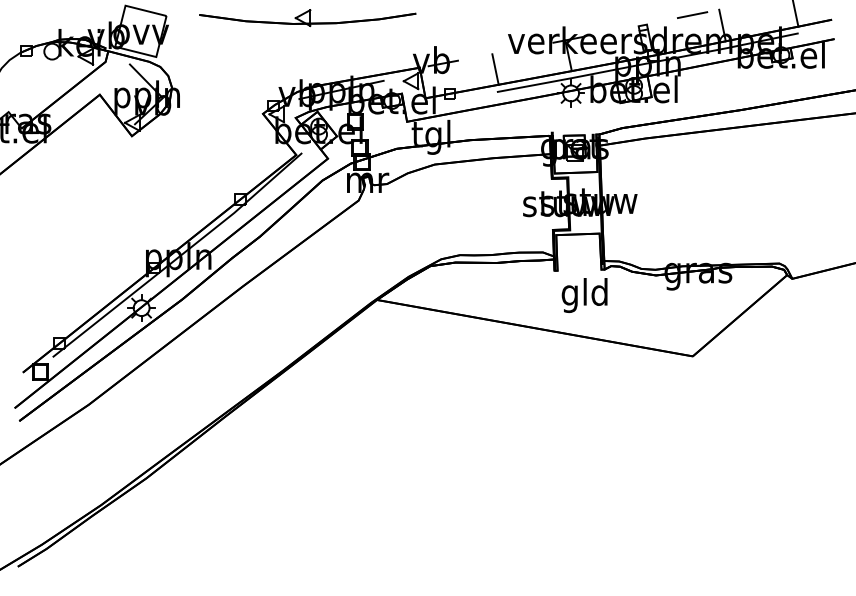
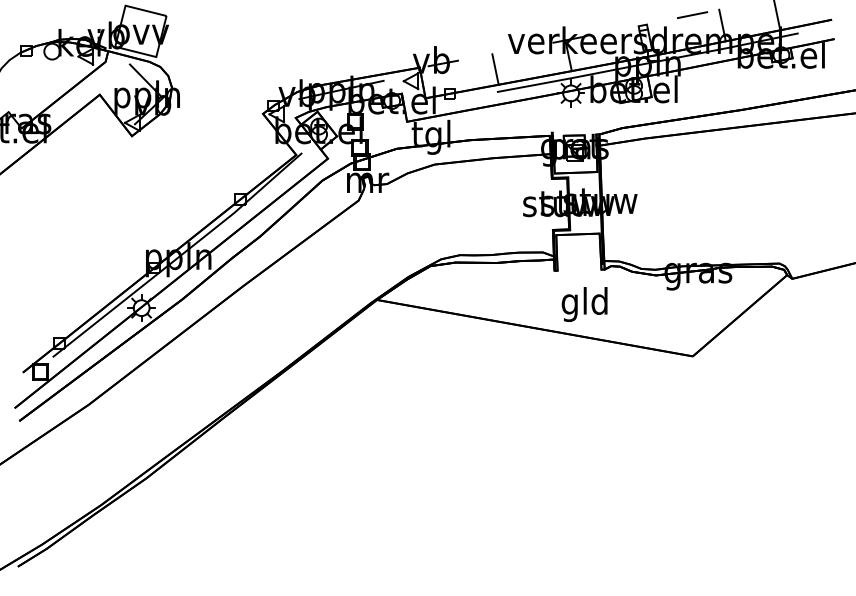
line at (795, 14) position: (795, 14) -> (777, 16)
part at (307, 18): present -> none
text at (584, 295) position: (584, 295) -> (584, 304)
